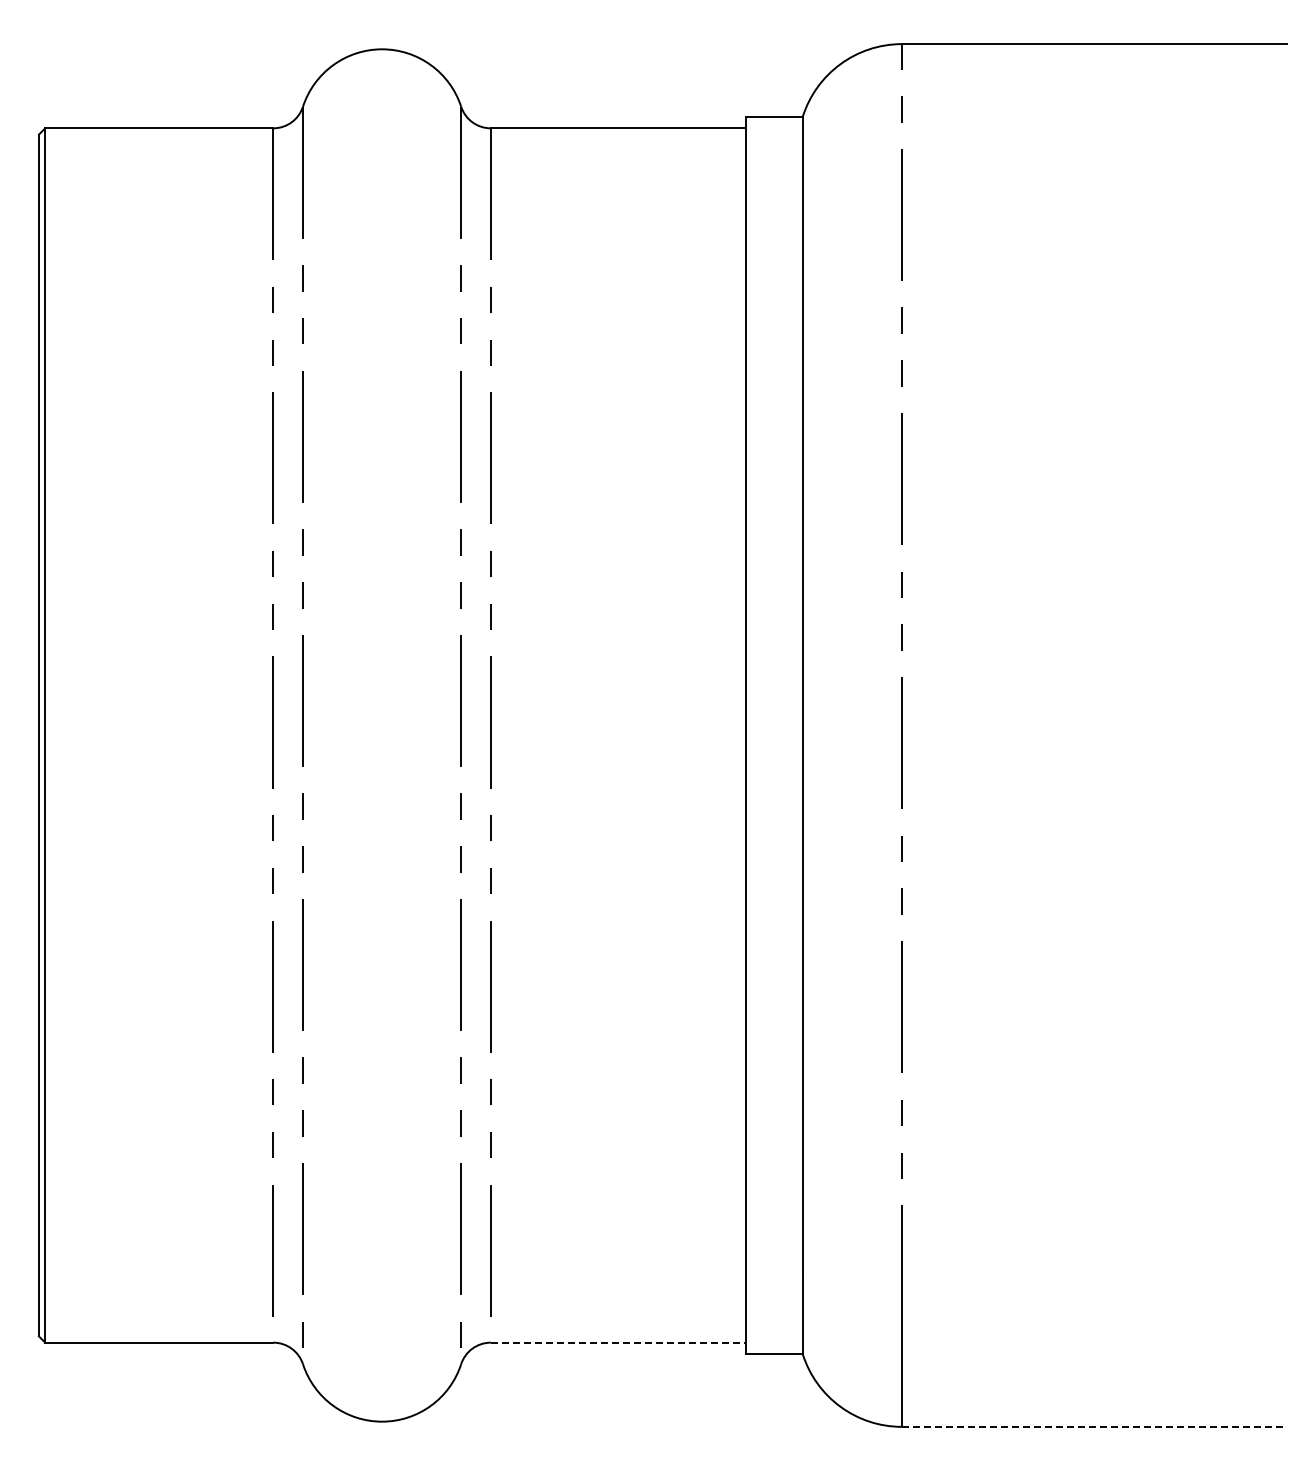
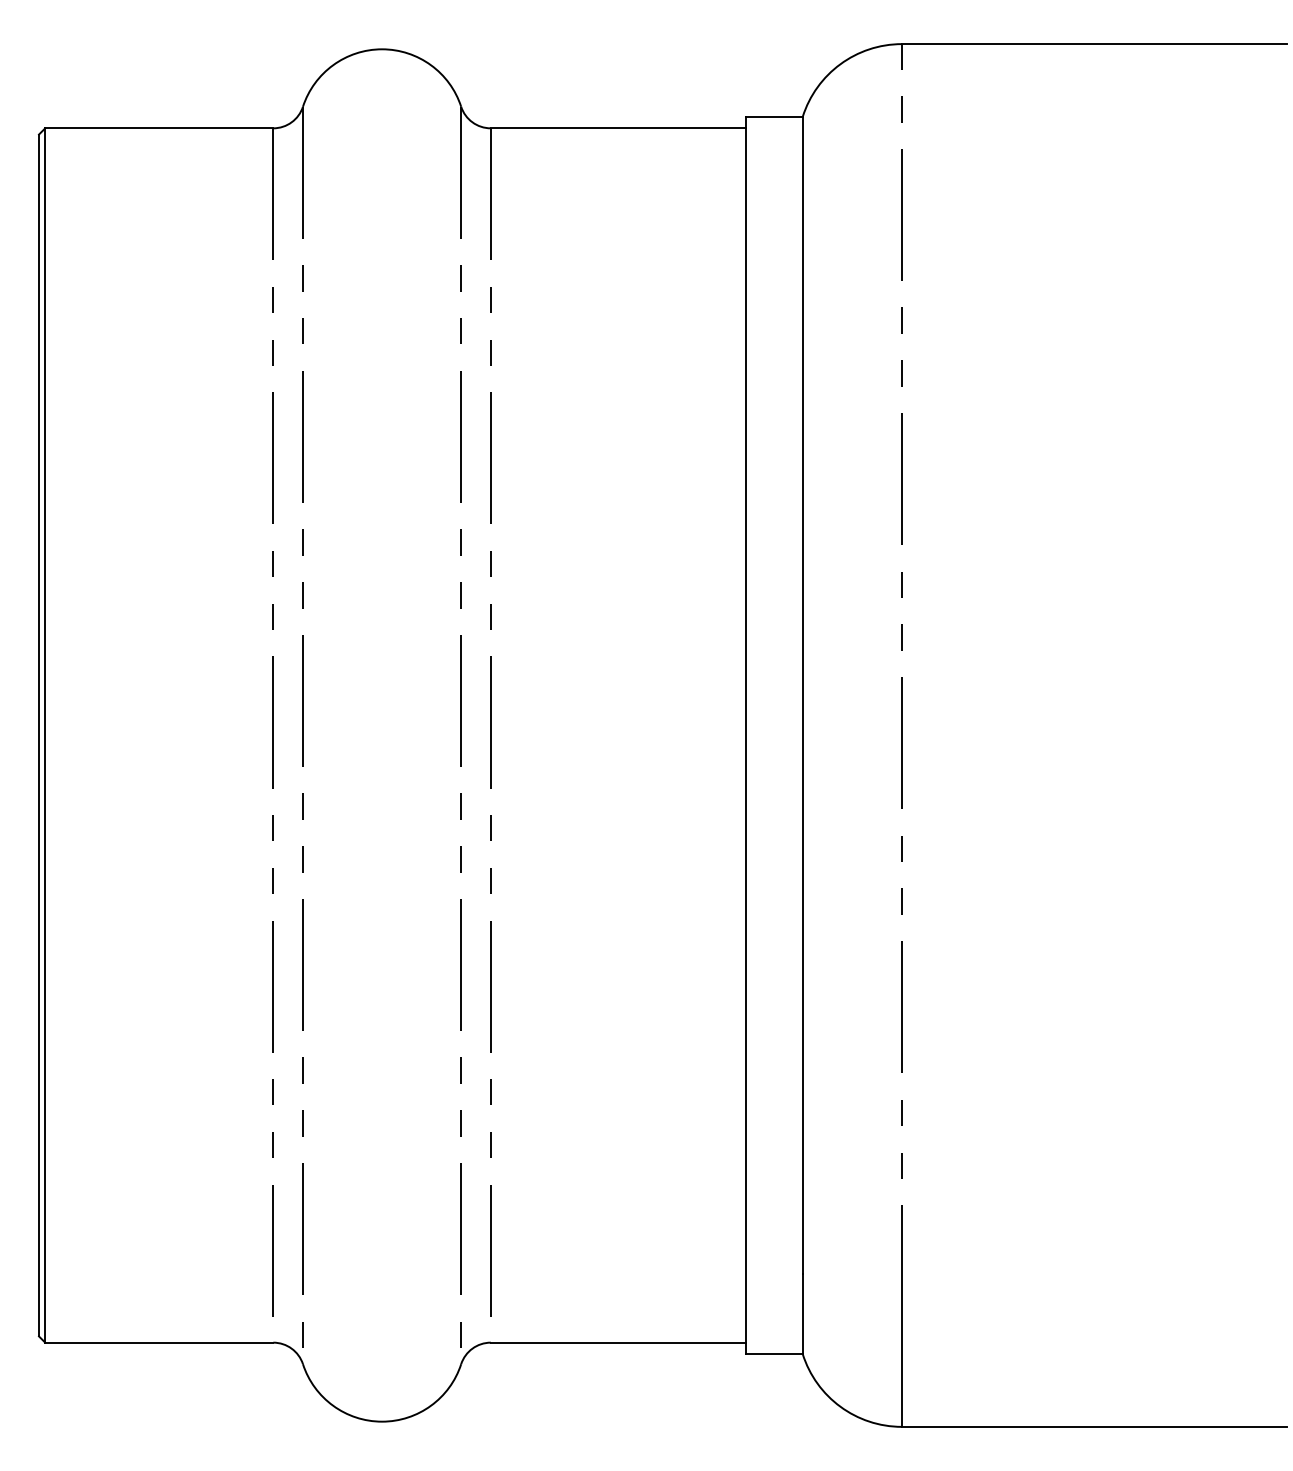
line at (618, 1342): dashed -> solid
line at (1094, 1426): dashed -> solid
